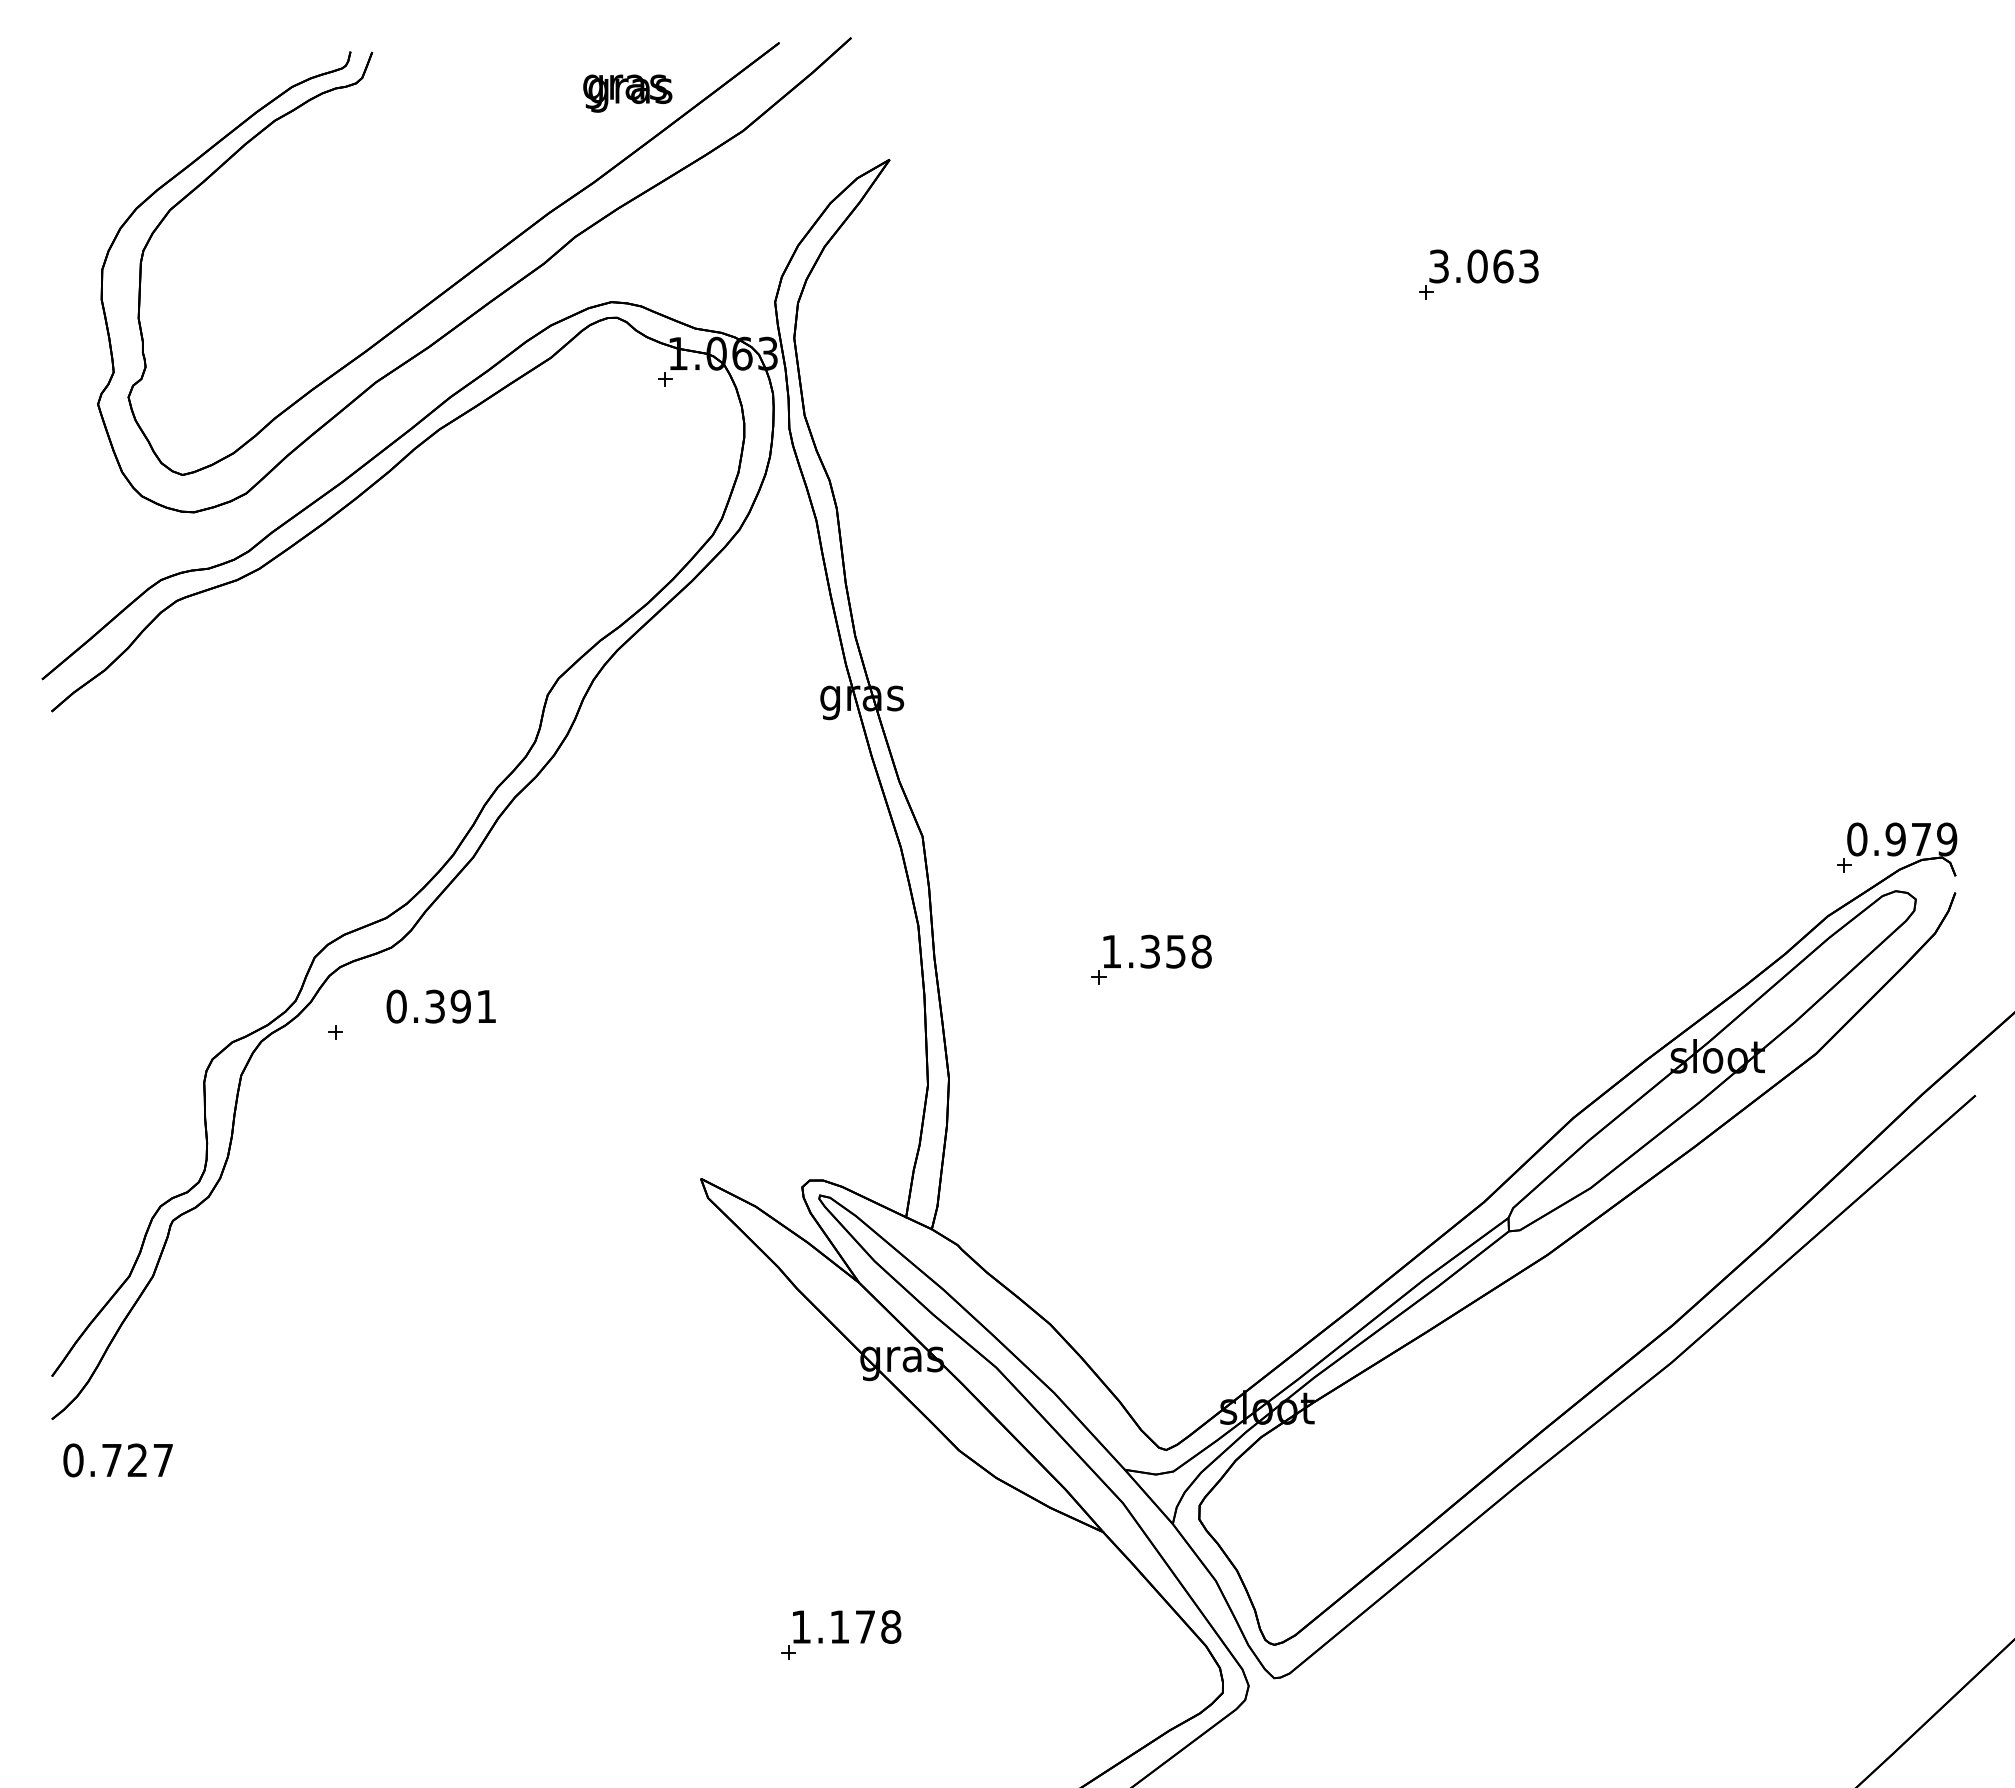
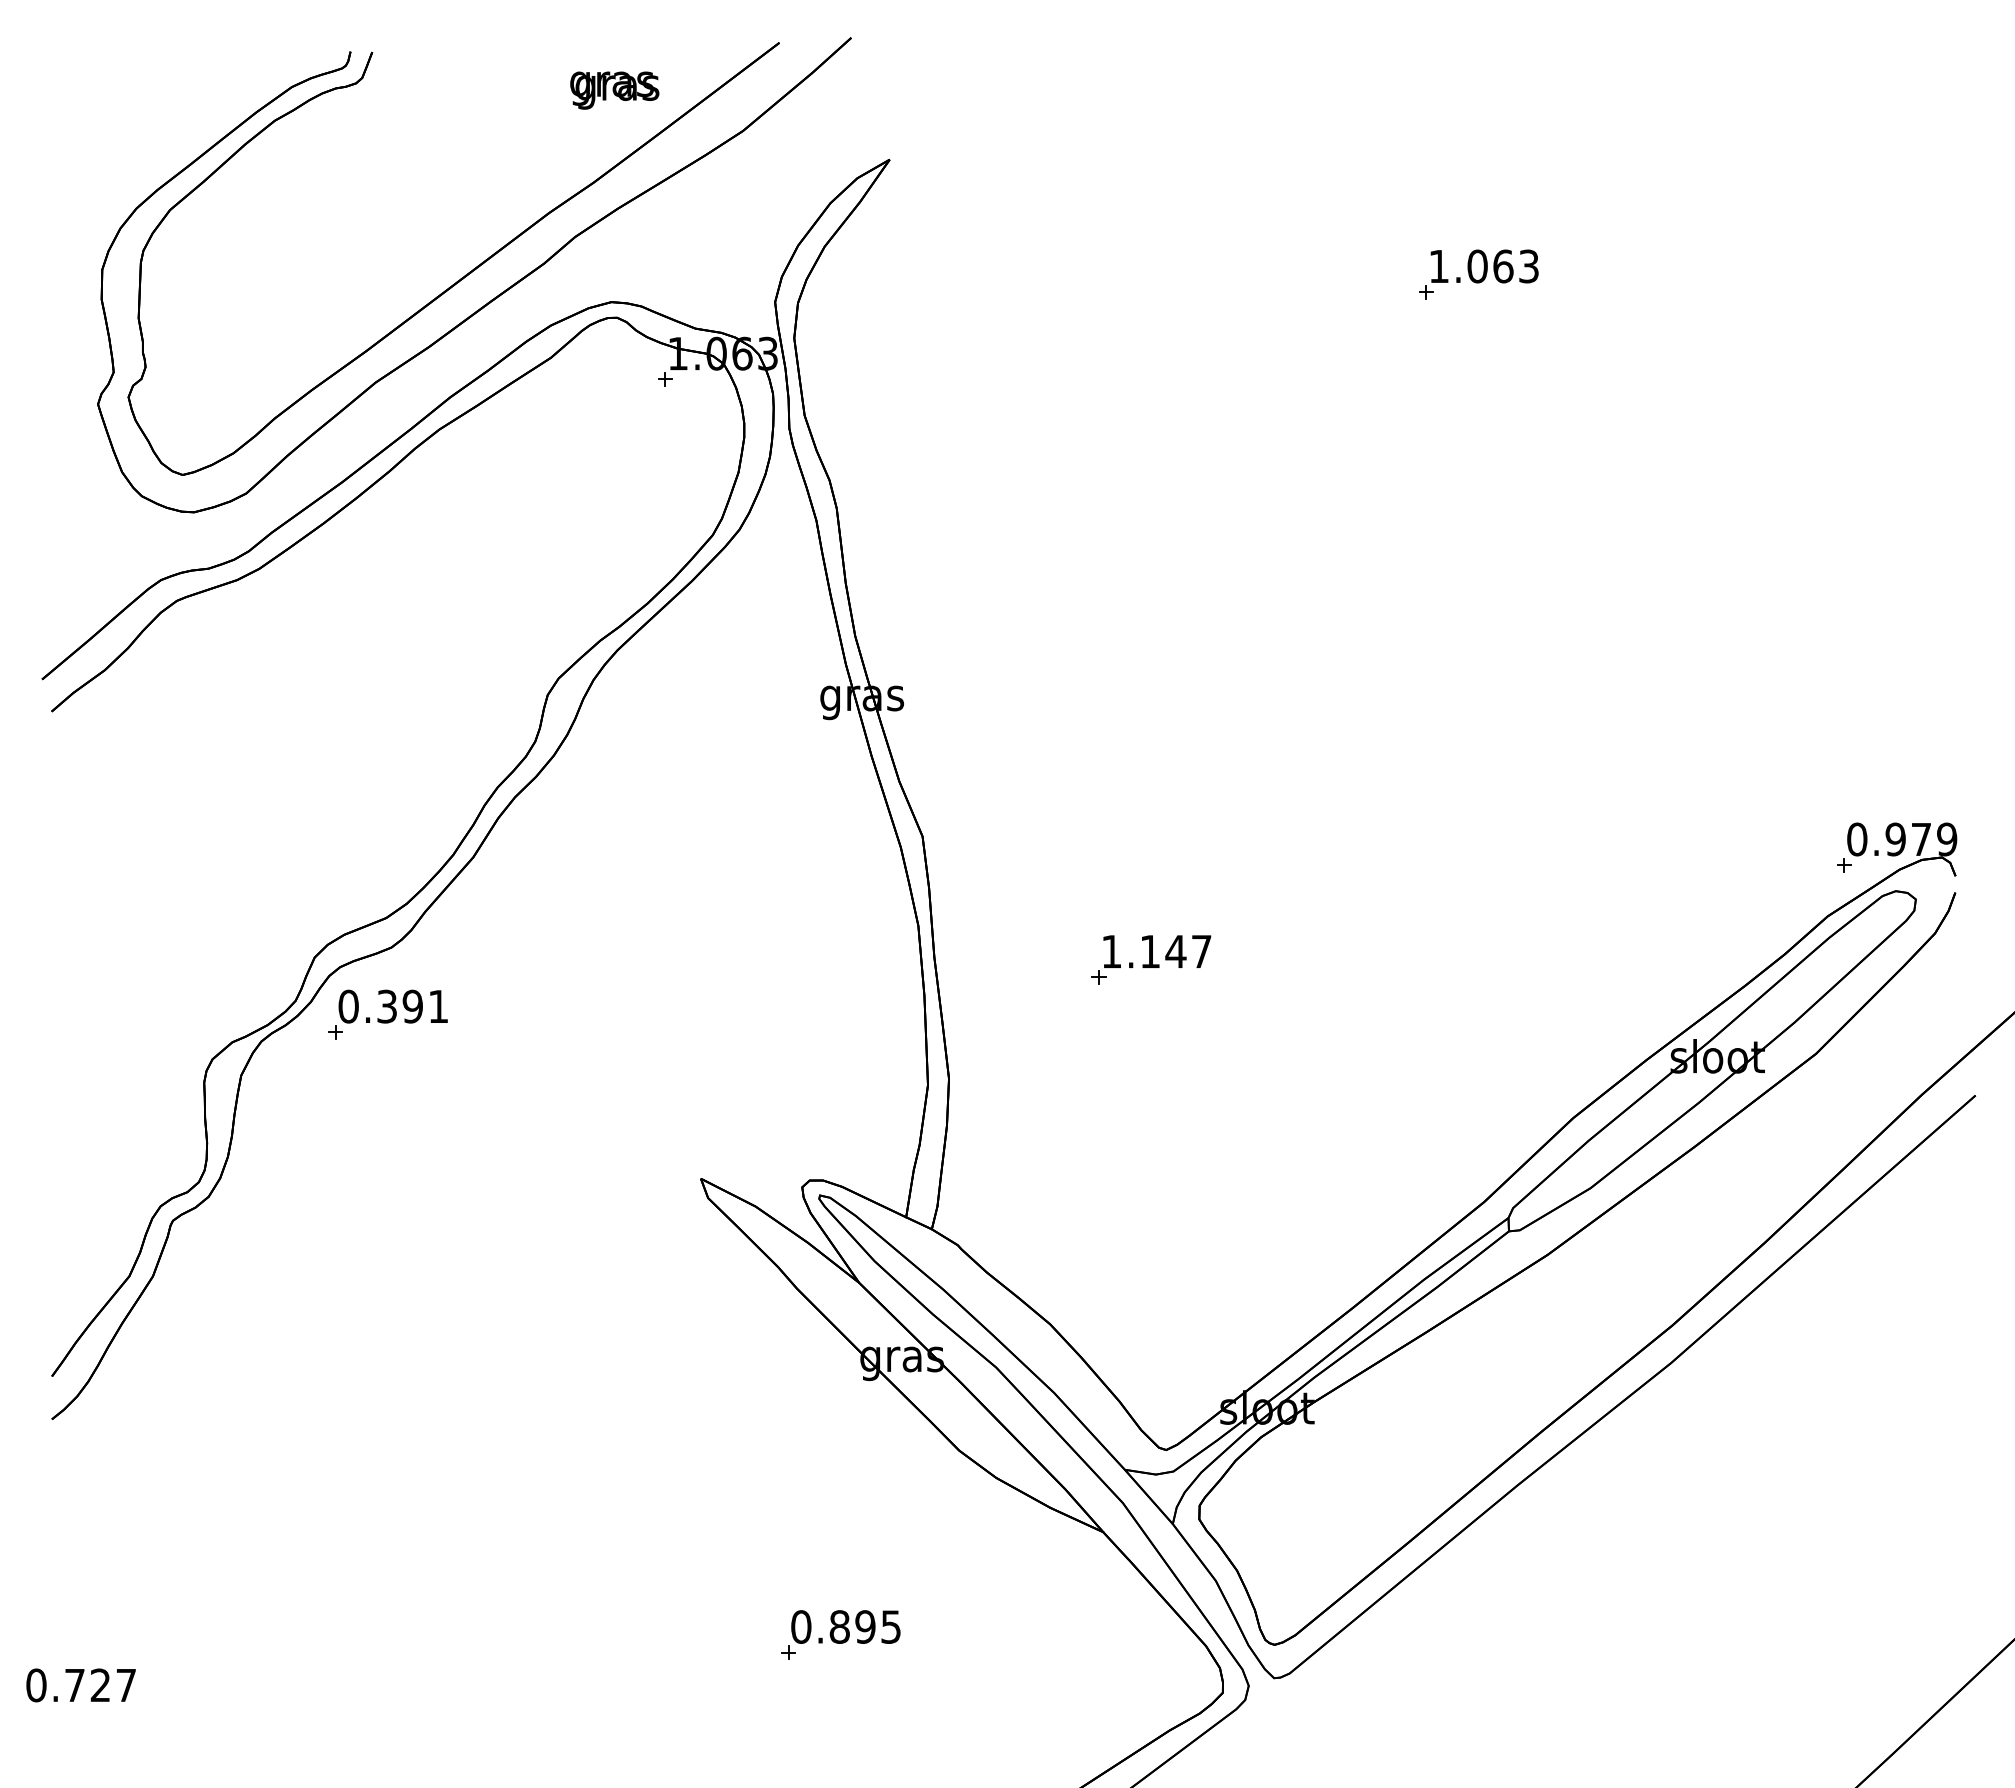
text at (627, 93) position: (627, 93) -> (614, 90)
text at (1438, 266): 3.063 -> 1.063
text at (1175, 951): 1.358 -> 1.147
text at (440, 1006) position: (440, 1006) -> (392, 1006)
text at (117, 1460) position: (117, 1460) -> (80, 1685)
text at (846, 1626): 1.178 -> 0.895
